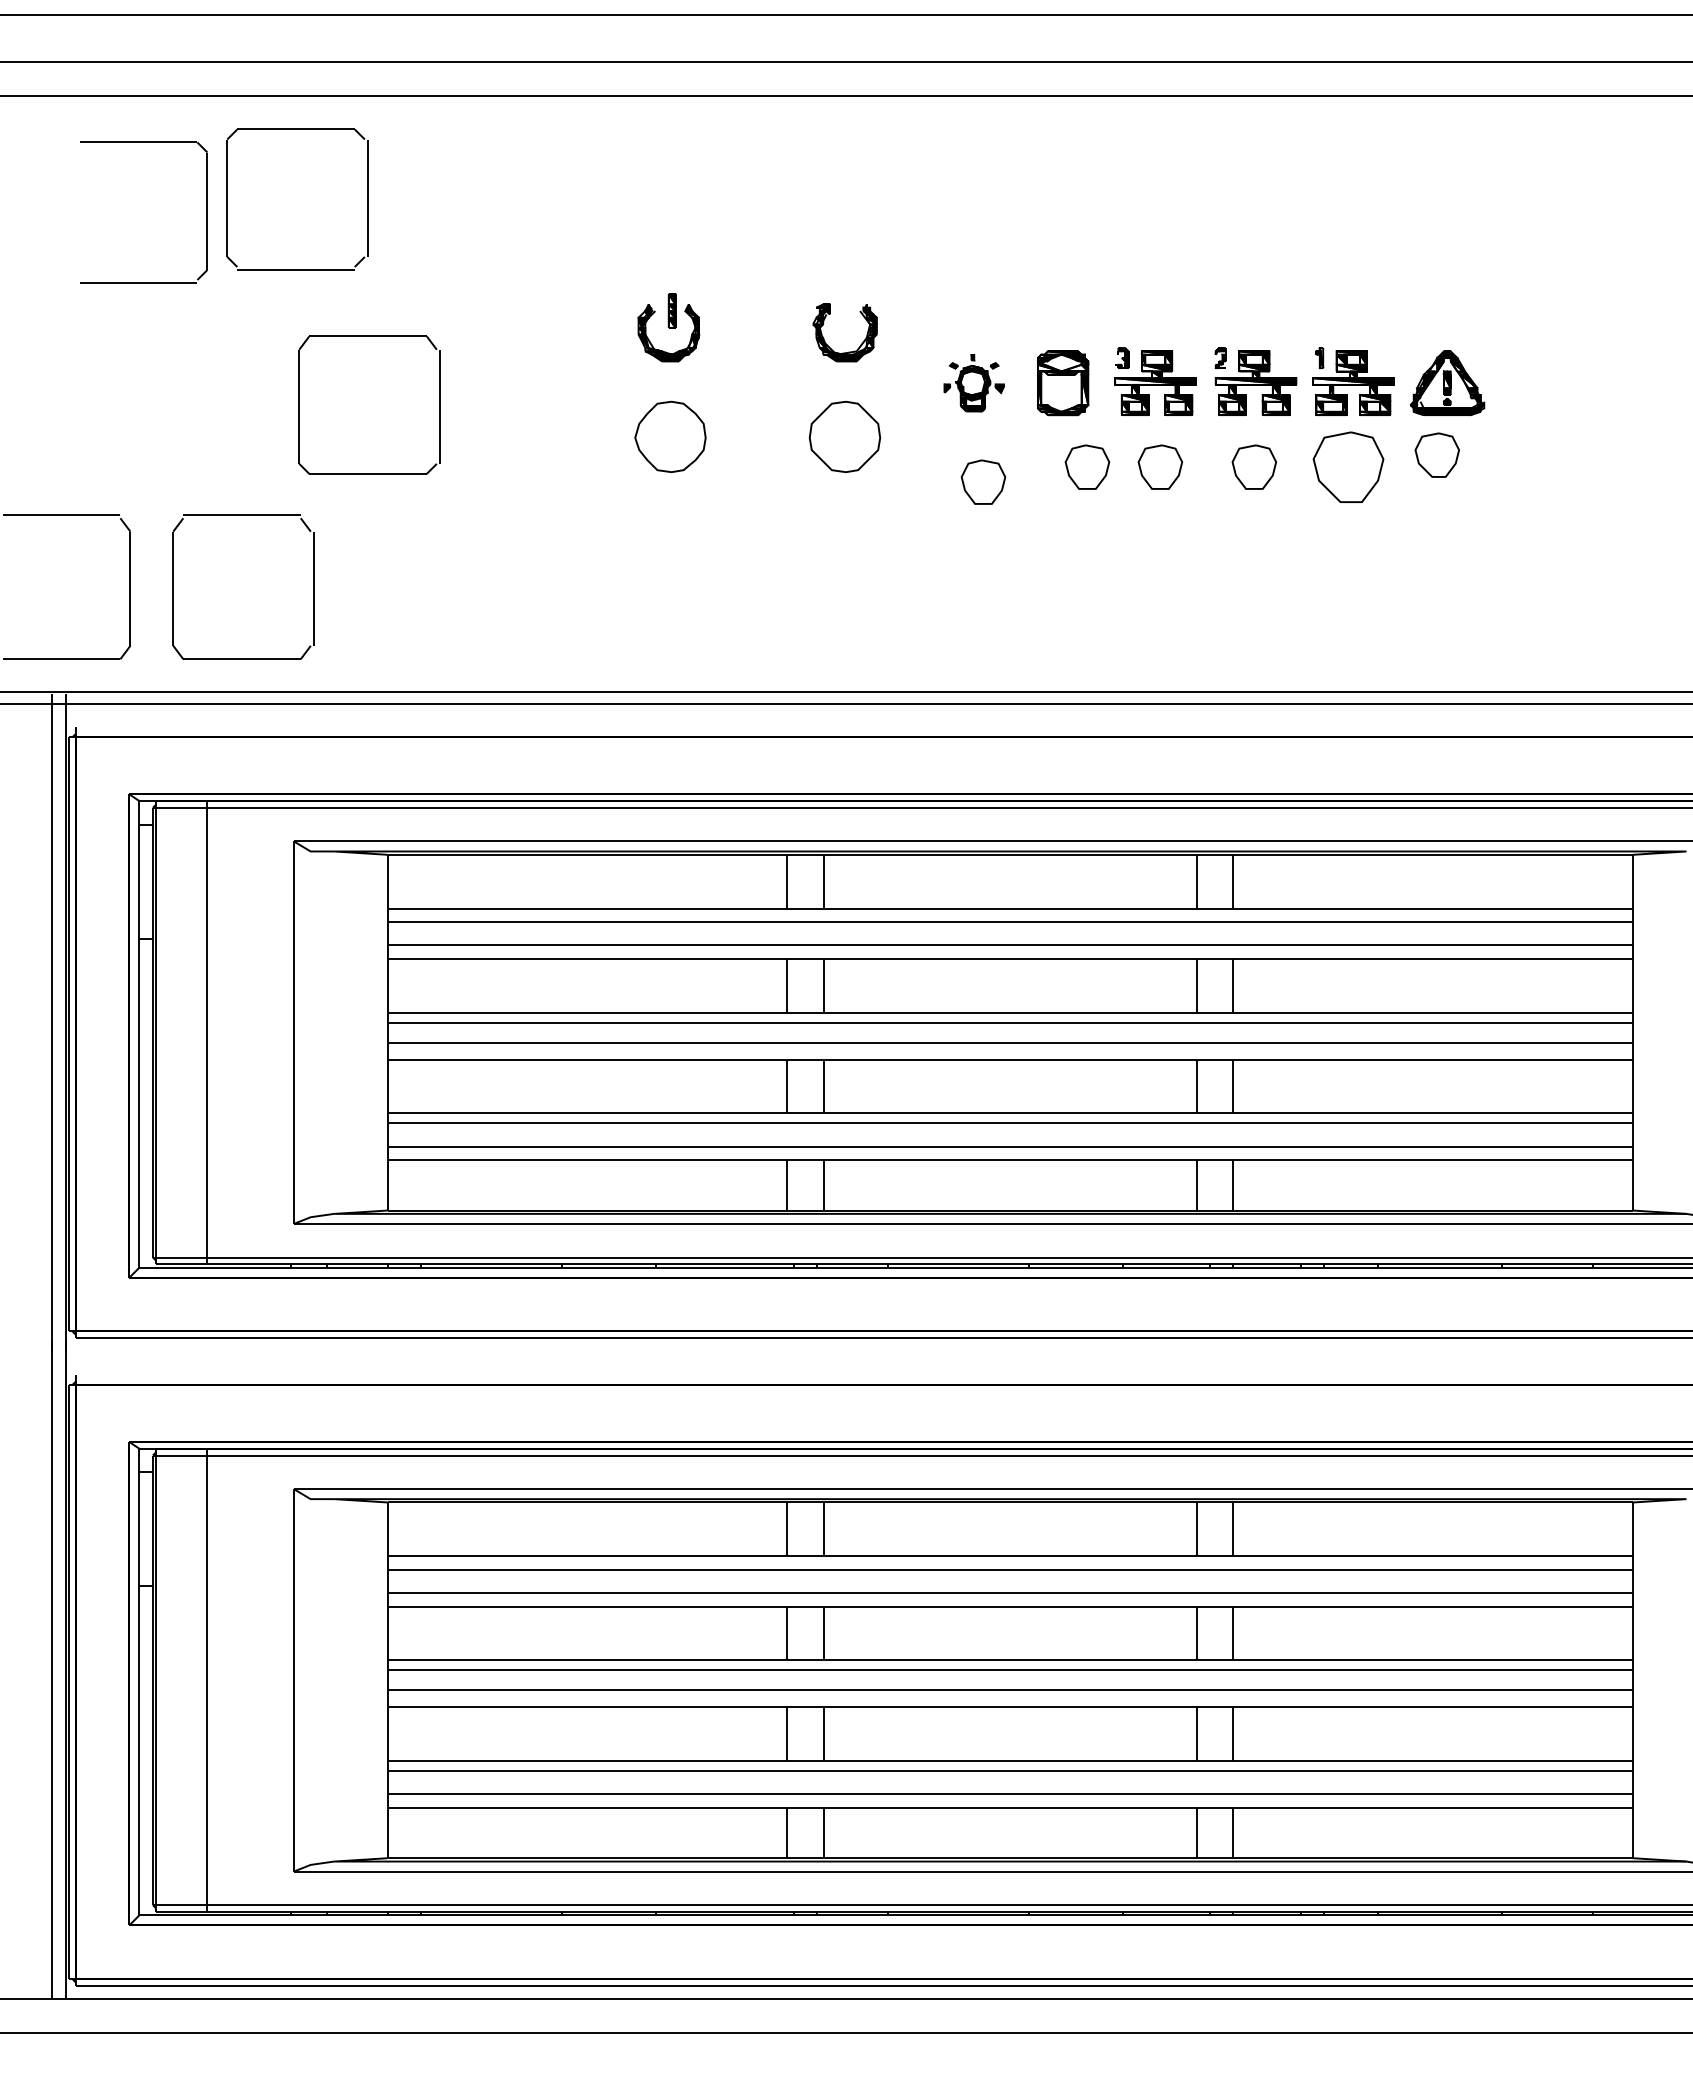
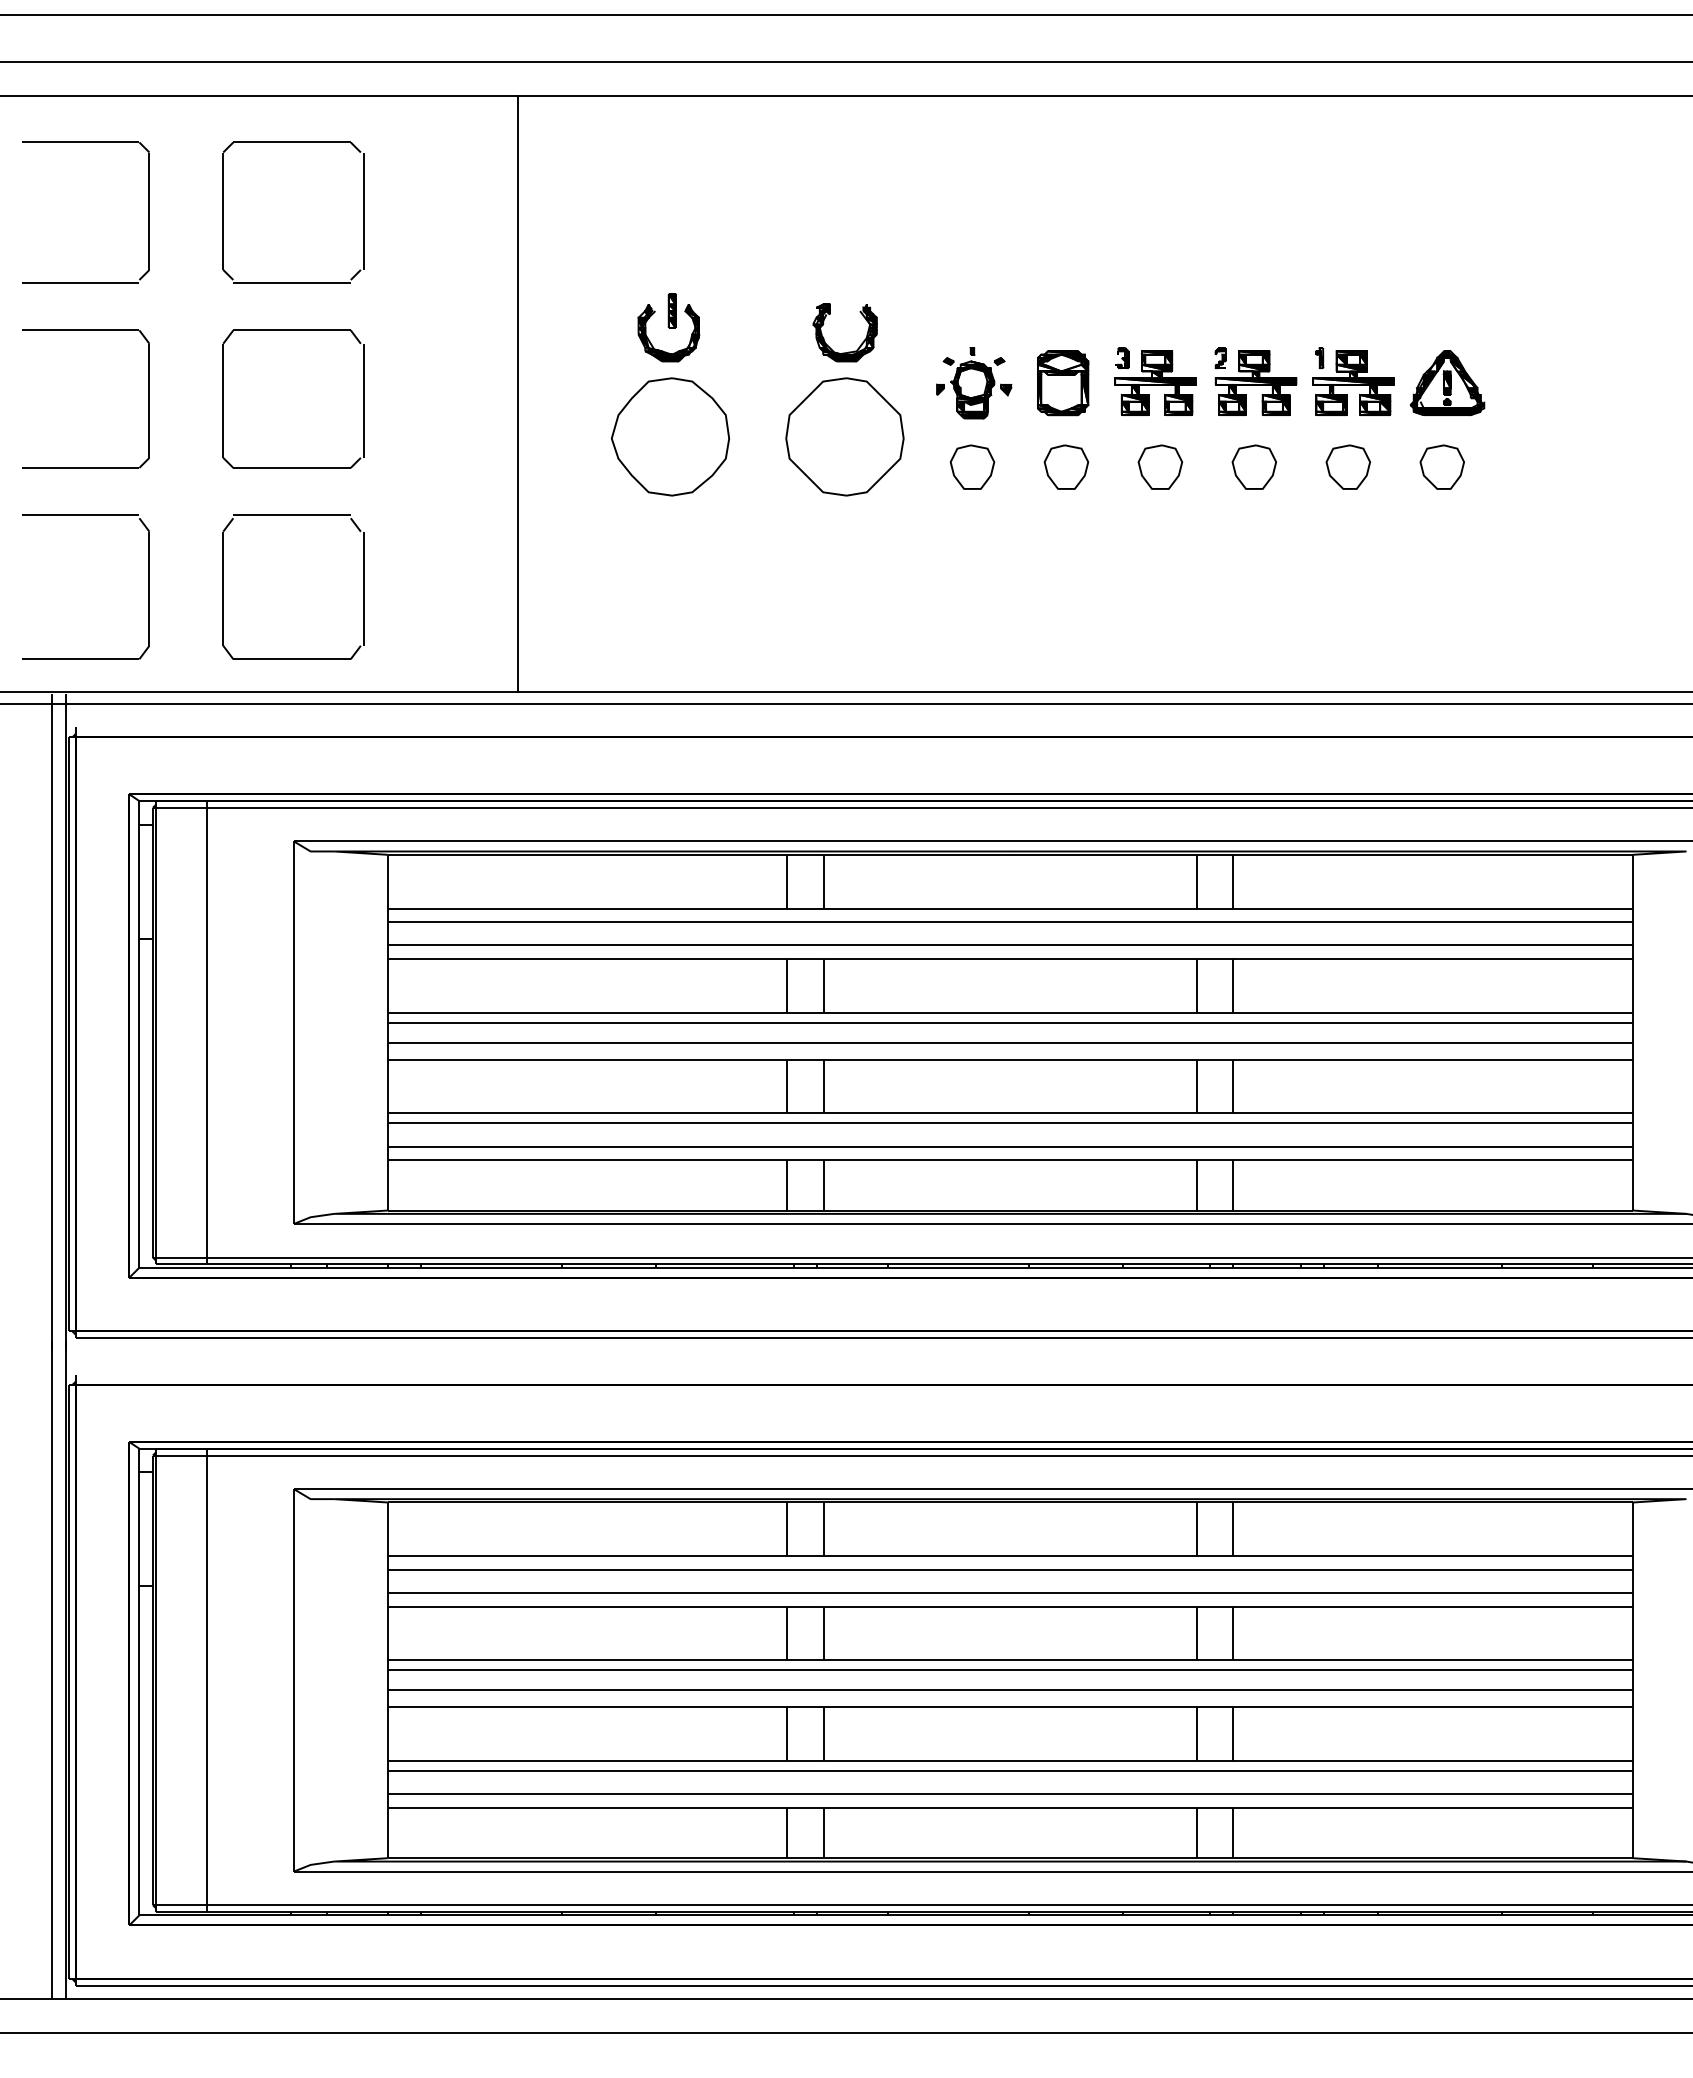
part at (297, 129) position: (297, 129) -> (293, 142)
part at (206, 212) position: (206, 212) -> (148, 212)
part at (369, 336) position: (369, 336) -> (293, 330)
part at (973, 383) size: 62x59 px -> 77x73 px
line at (517, 393): none -> present
part at (148, 398): none -> present
part at (670, 436) size: 73x74 px -> 121x120 px
part at (844, 436) size: 74x73 px -> 120x120 px
part at (1436, 454) position: (1436, 454) -> (1441, 466)
part at (1087, 466) position: (1087, 466) -> (1066, 466)
part at (1348, 466) size: 73x72 px -> 46x46 px
part at (983, 481) position: (983, 481) -> (972, 466)
part at (129, 586) position: (129, 586) -> (148, 586)
part at (173, 586) position: (173, 586) -> (223, 586)
